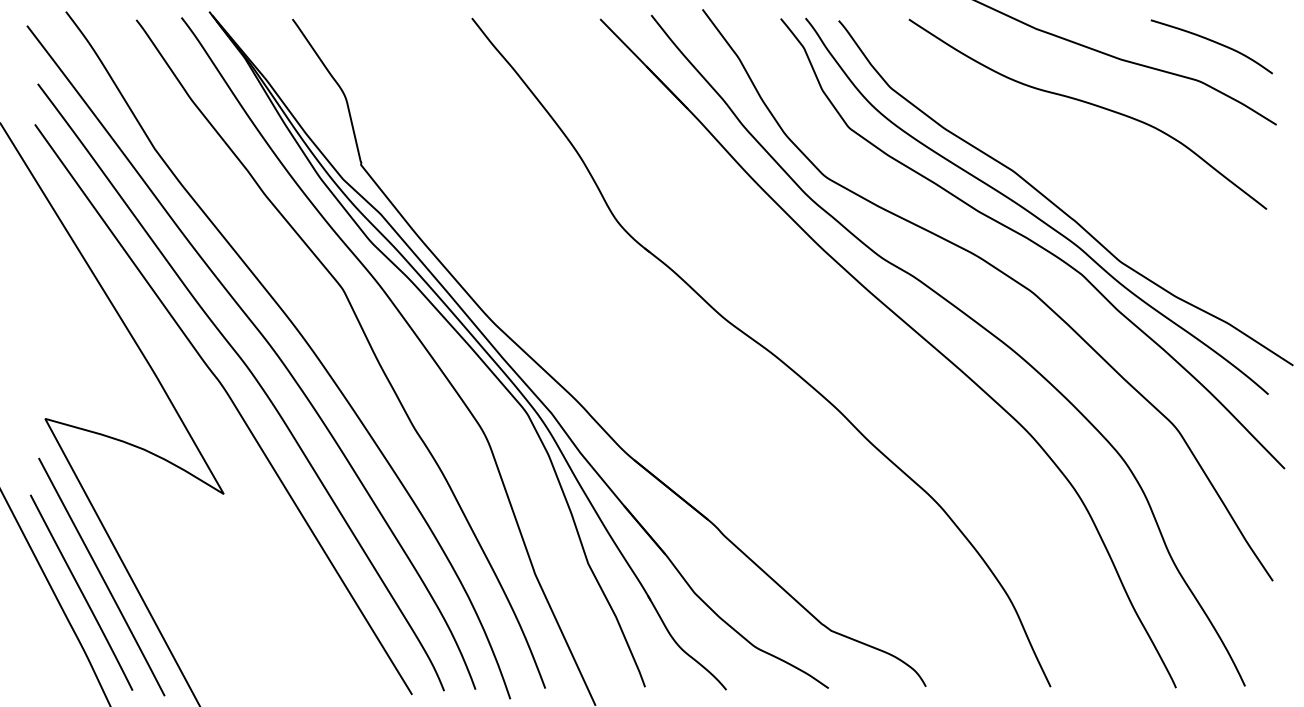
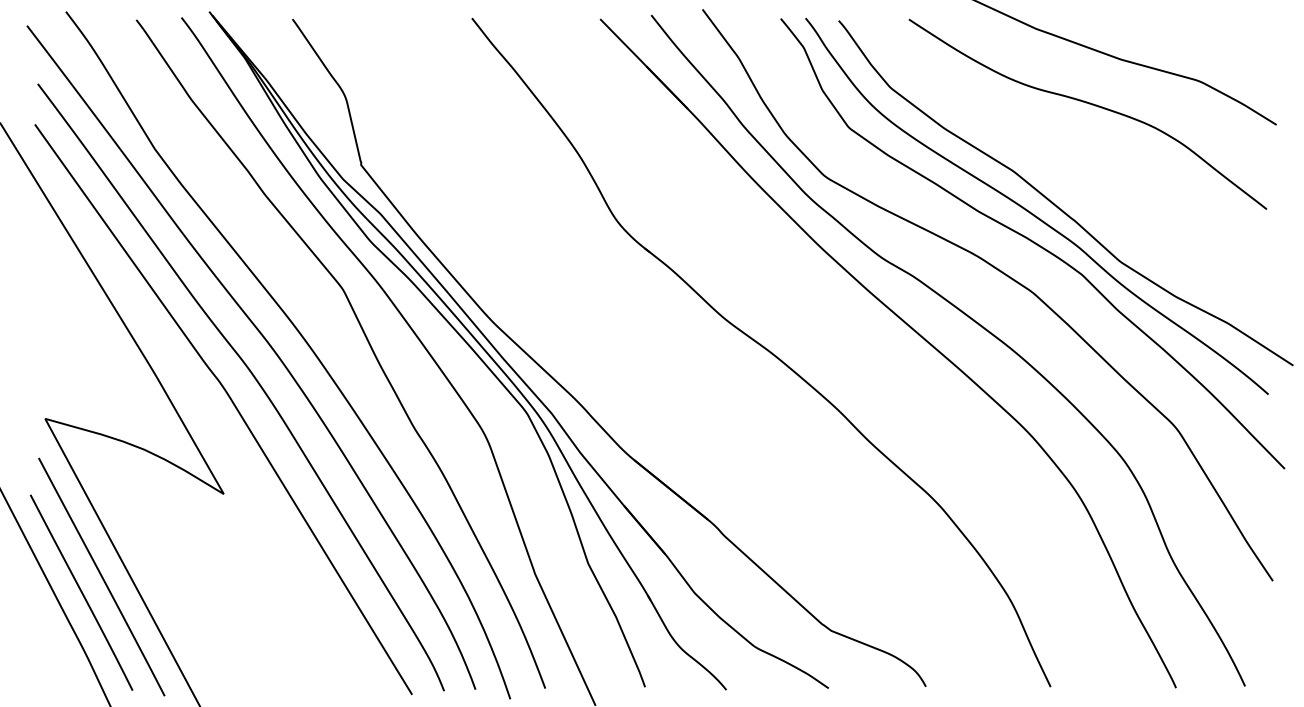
curve at (1213, 42): present -> none
